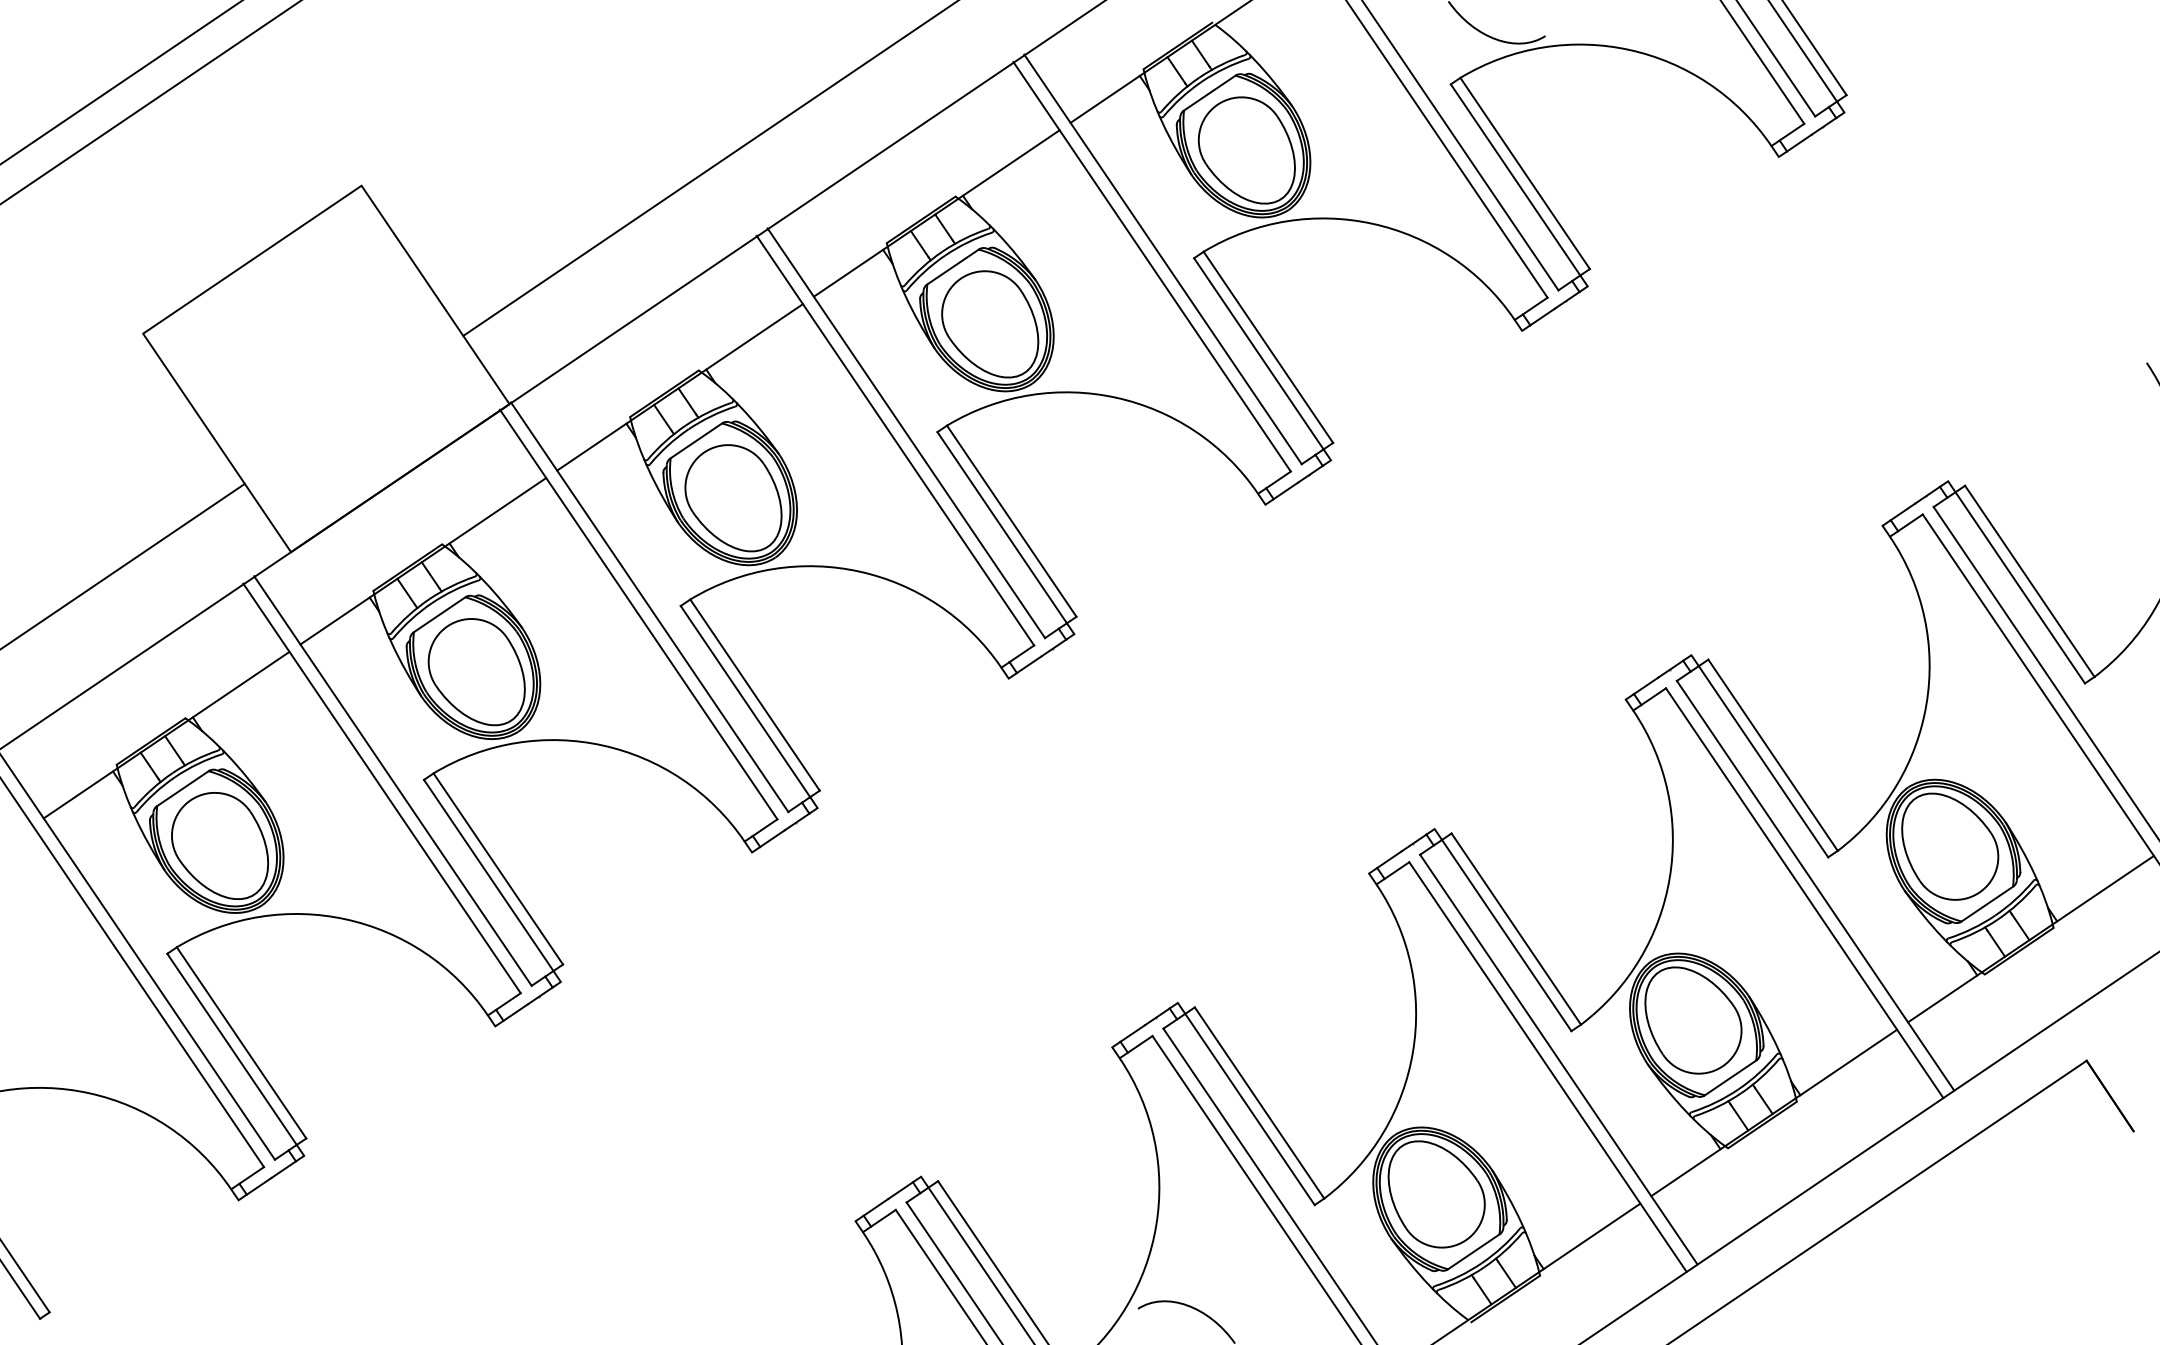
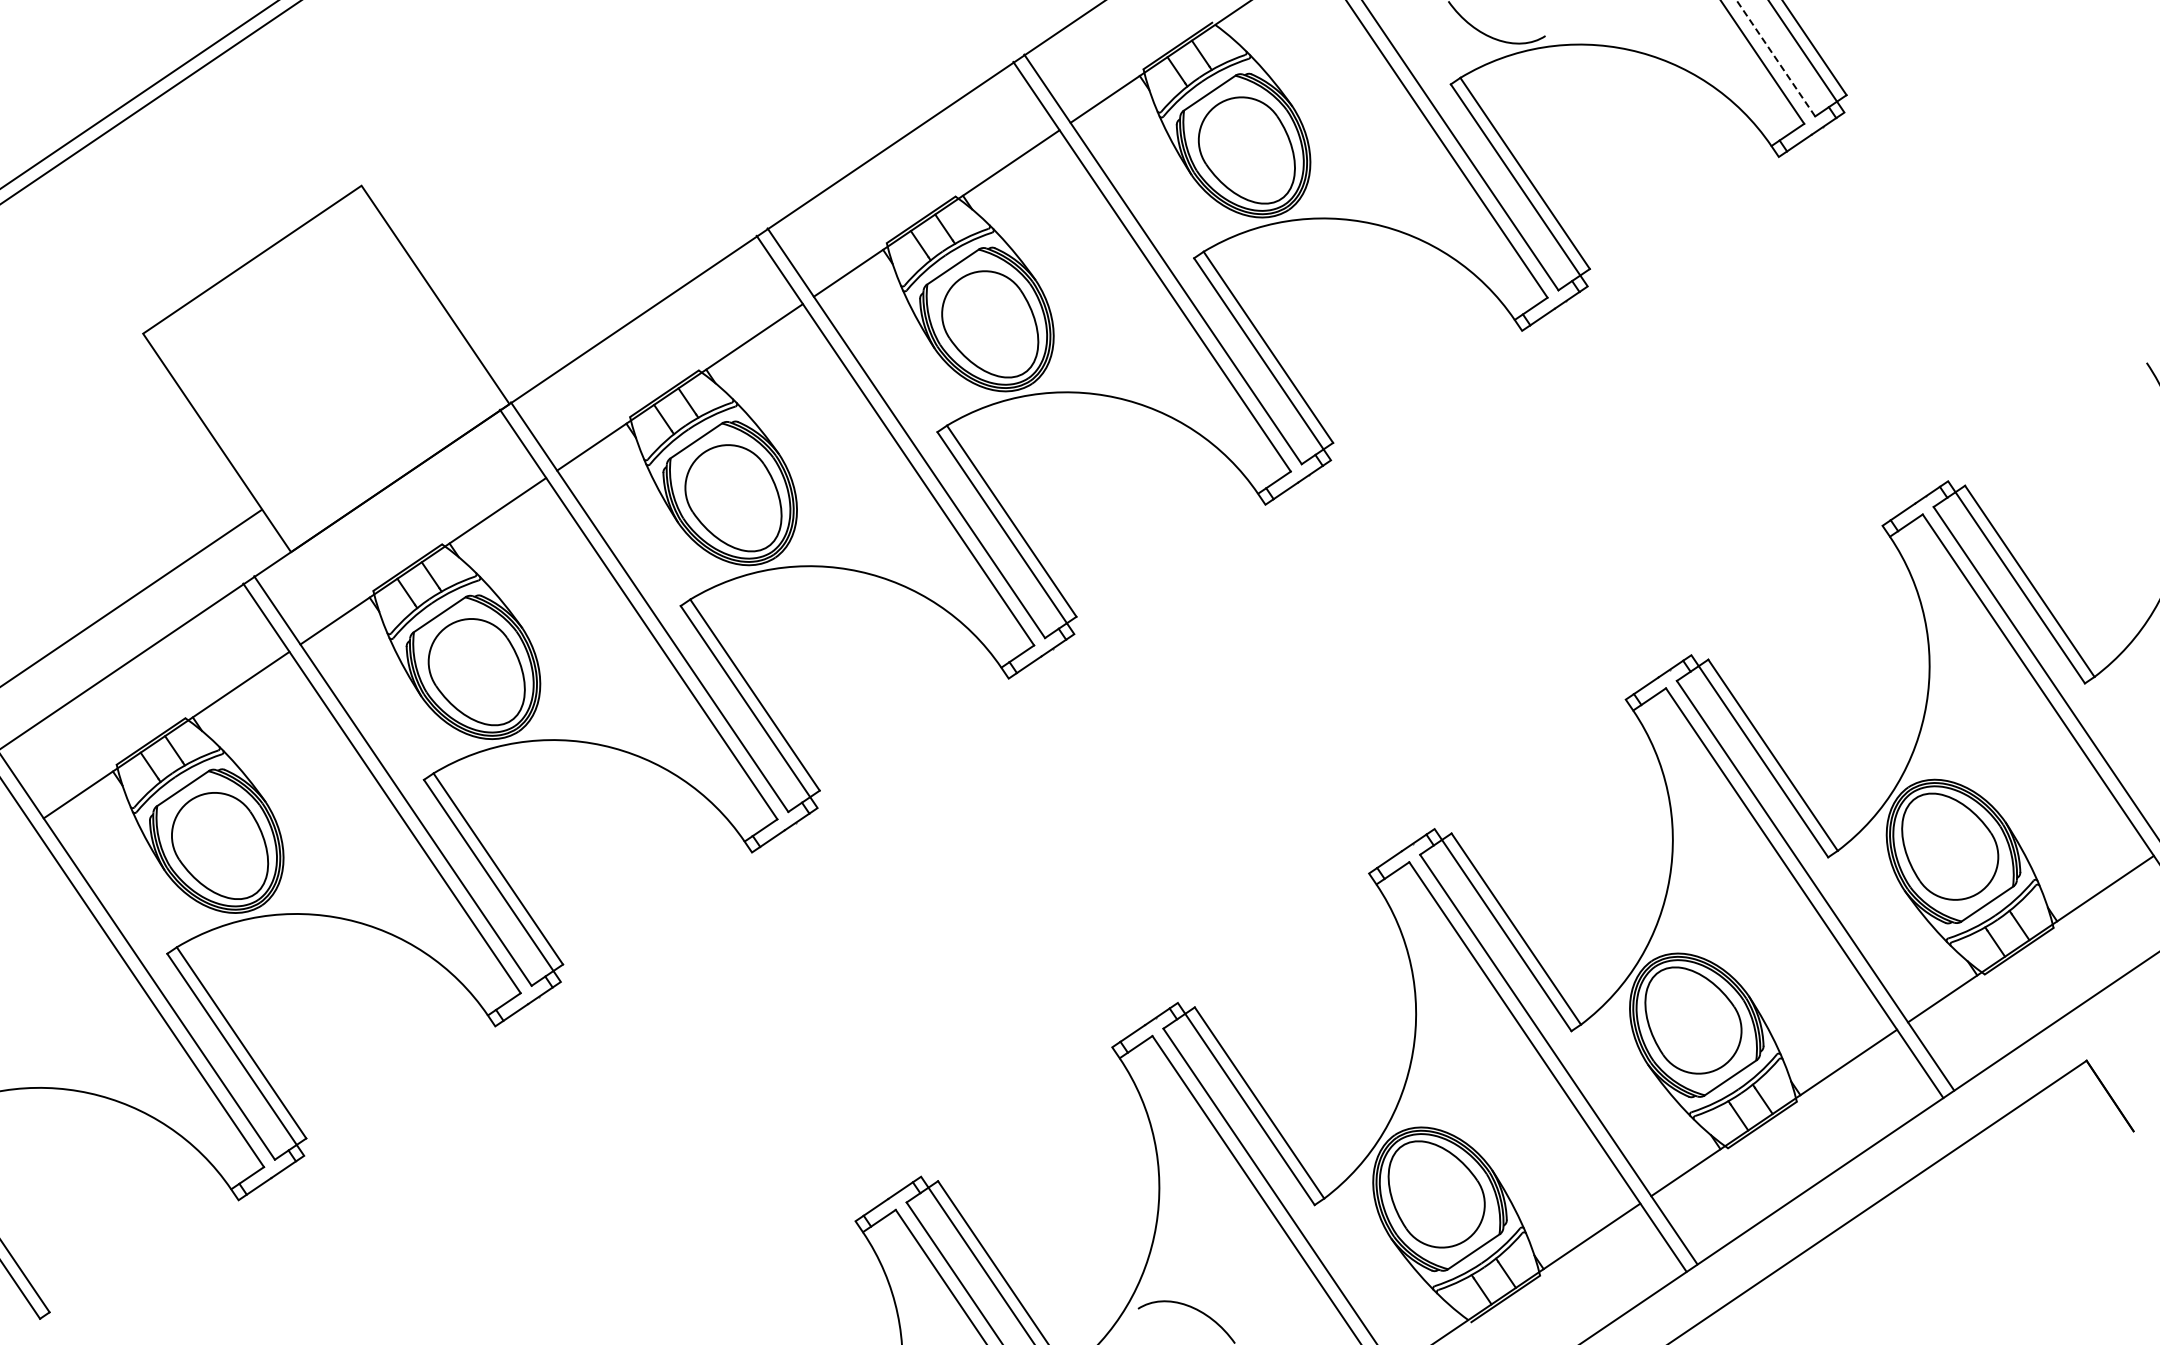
line at (1775, 58): solid -> dashed
line at (121, 82) position: (121, 82) -> (139, 94)
line at (709, 168): present -> none
line at (123, 565) position: (123, 565) -> (131, 597)
